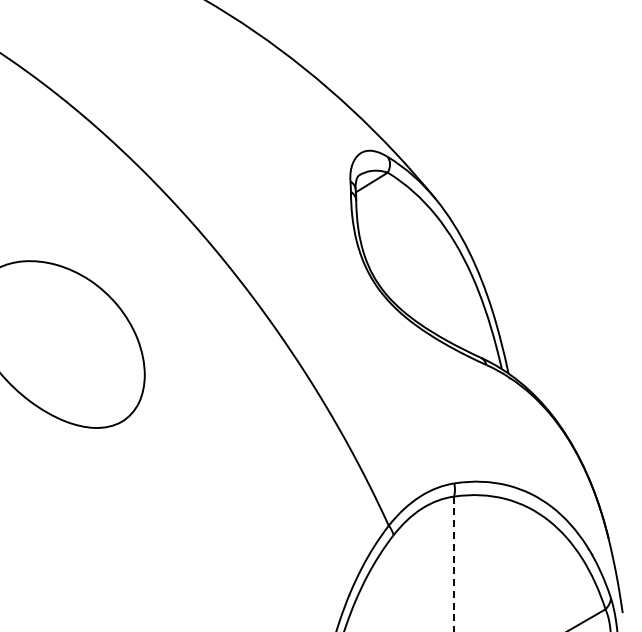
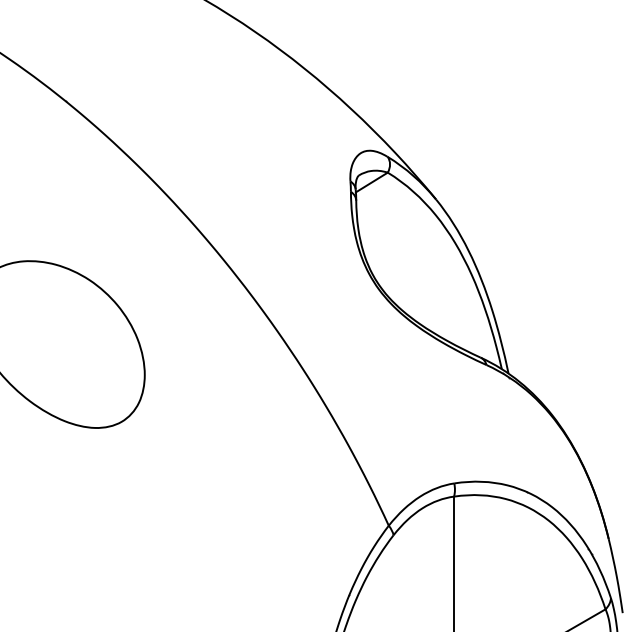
line at (454, 564): dashed -> solid
